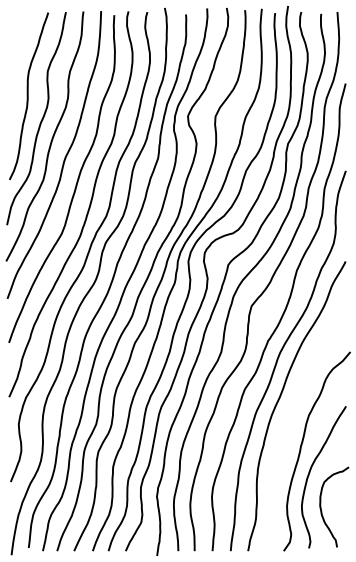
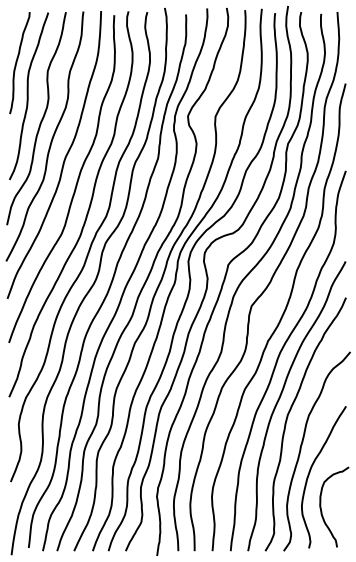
curve at (17, 62): none -> present
curve at (287, 421): none -> present
